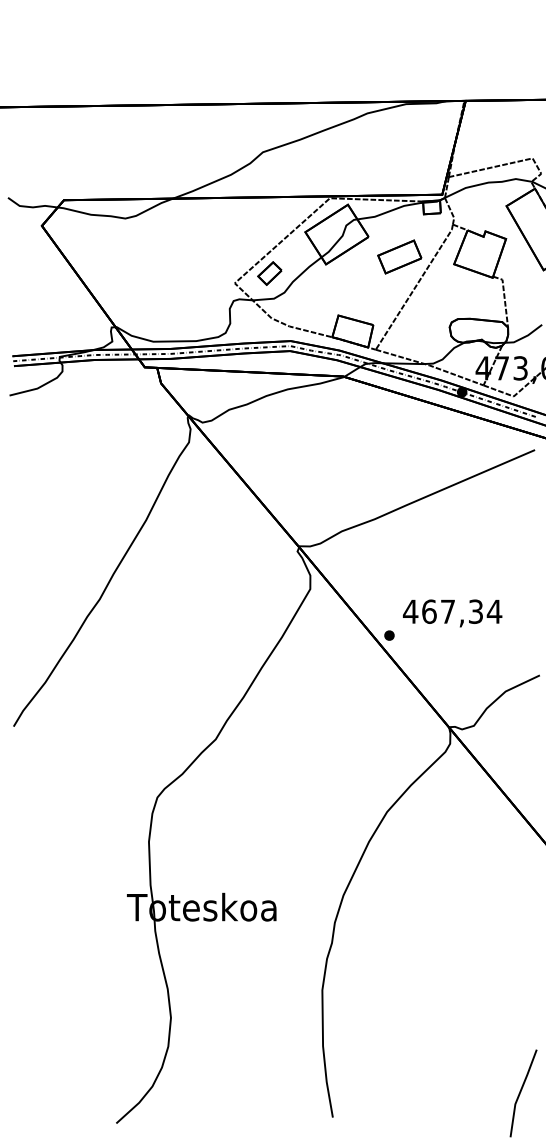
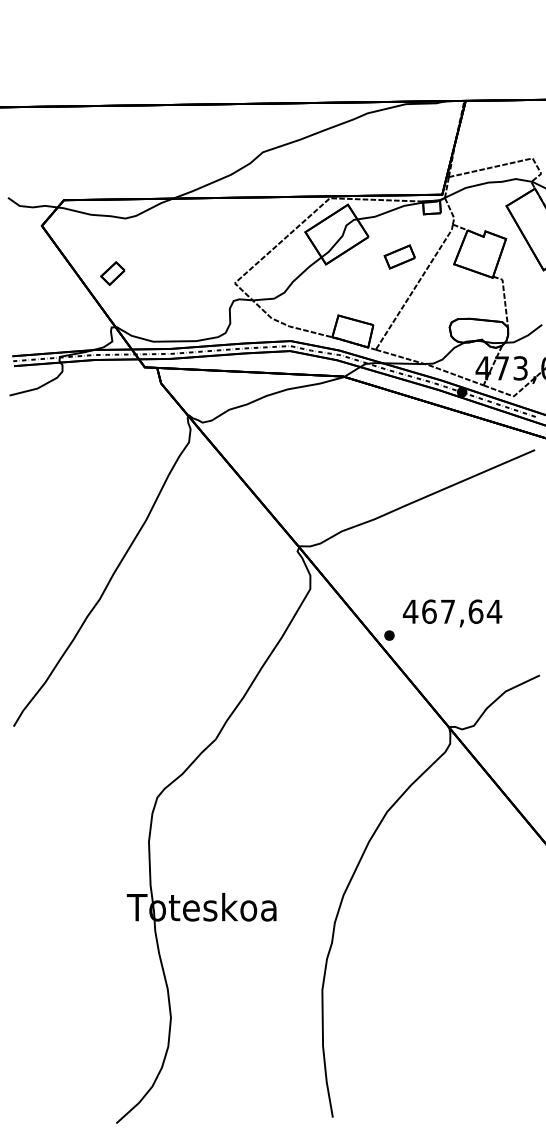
part at (399, 256) size: 46x36 px -> 33x26 px
part at (269, 273) position: (269, 273) -> (112, 273)
text at (475, 611): 467,34 -> 467,64
line at (521, 1092): present -> none
